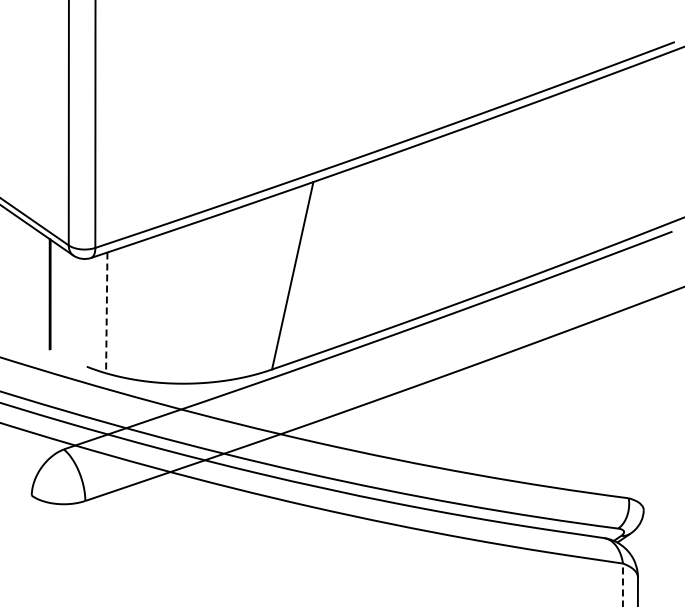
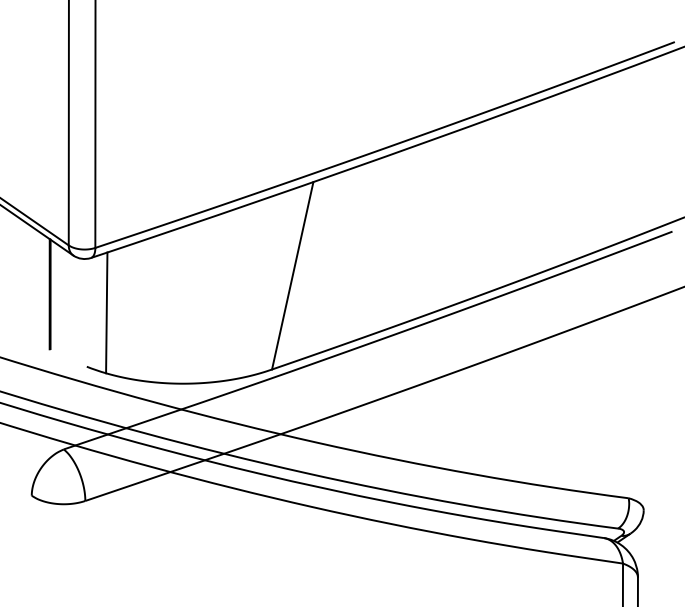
line at (106, 313): dashed -> solid
line at (622, 584): dashed -> solid
